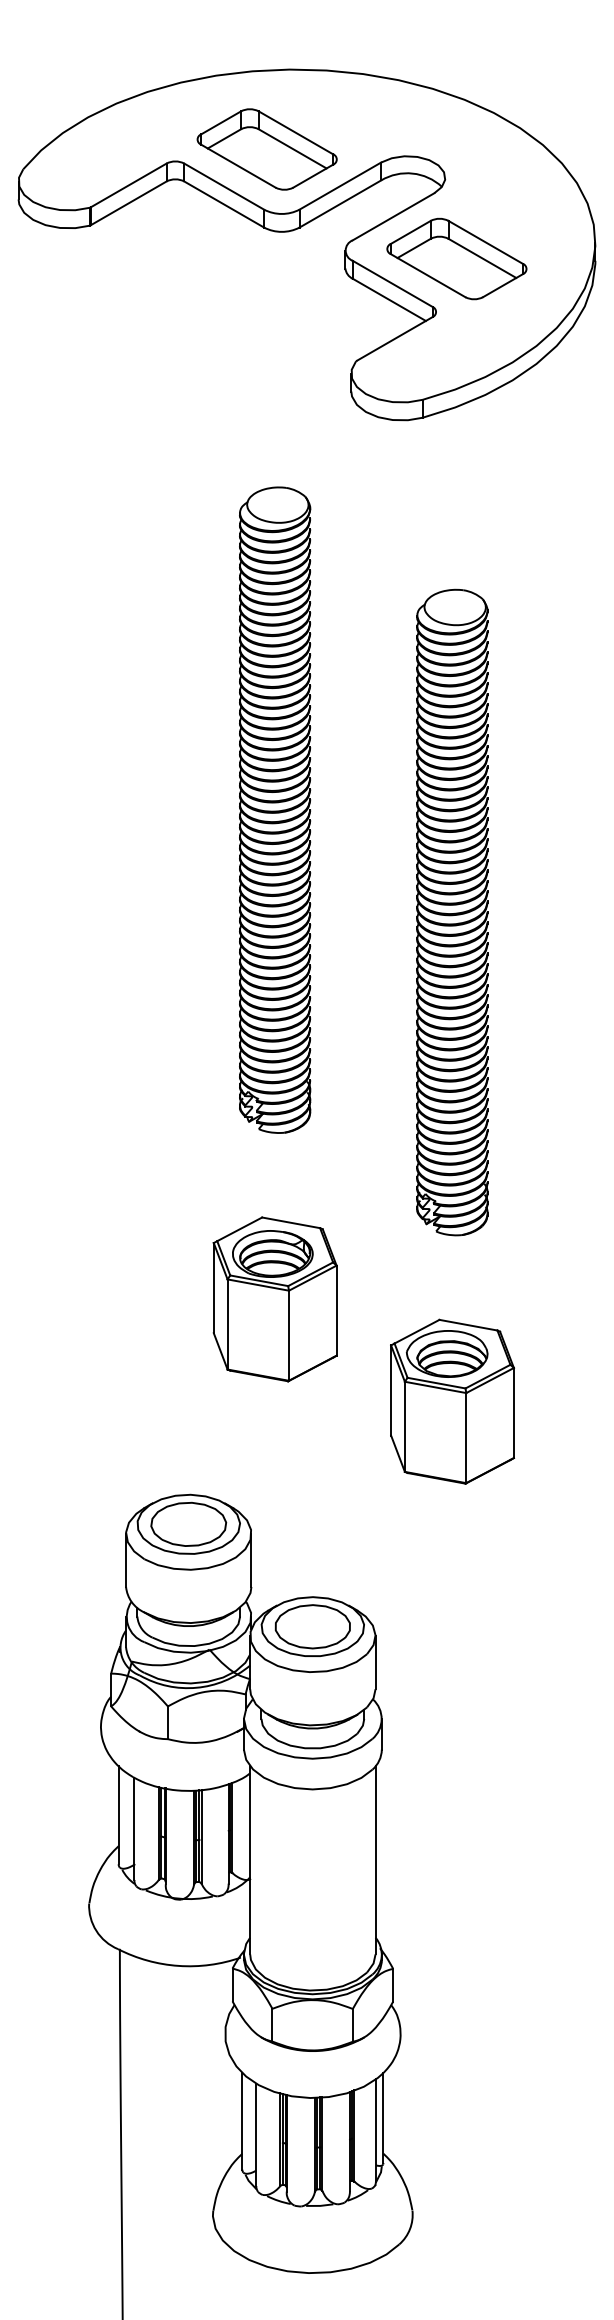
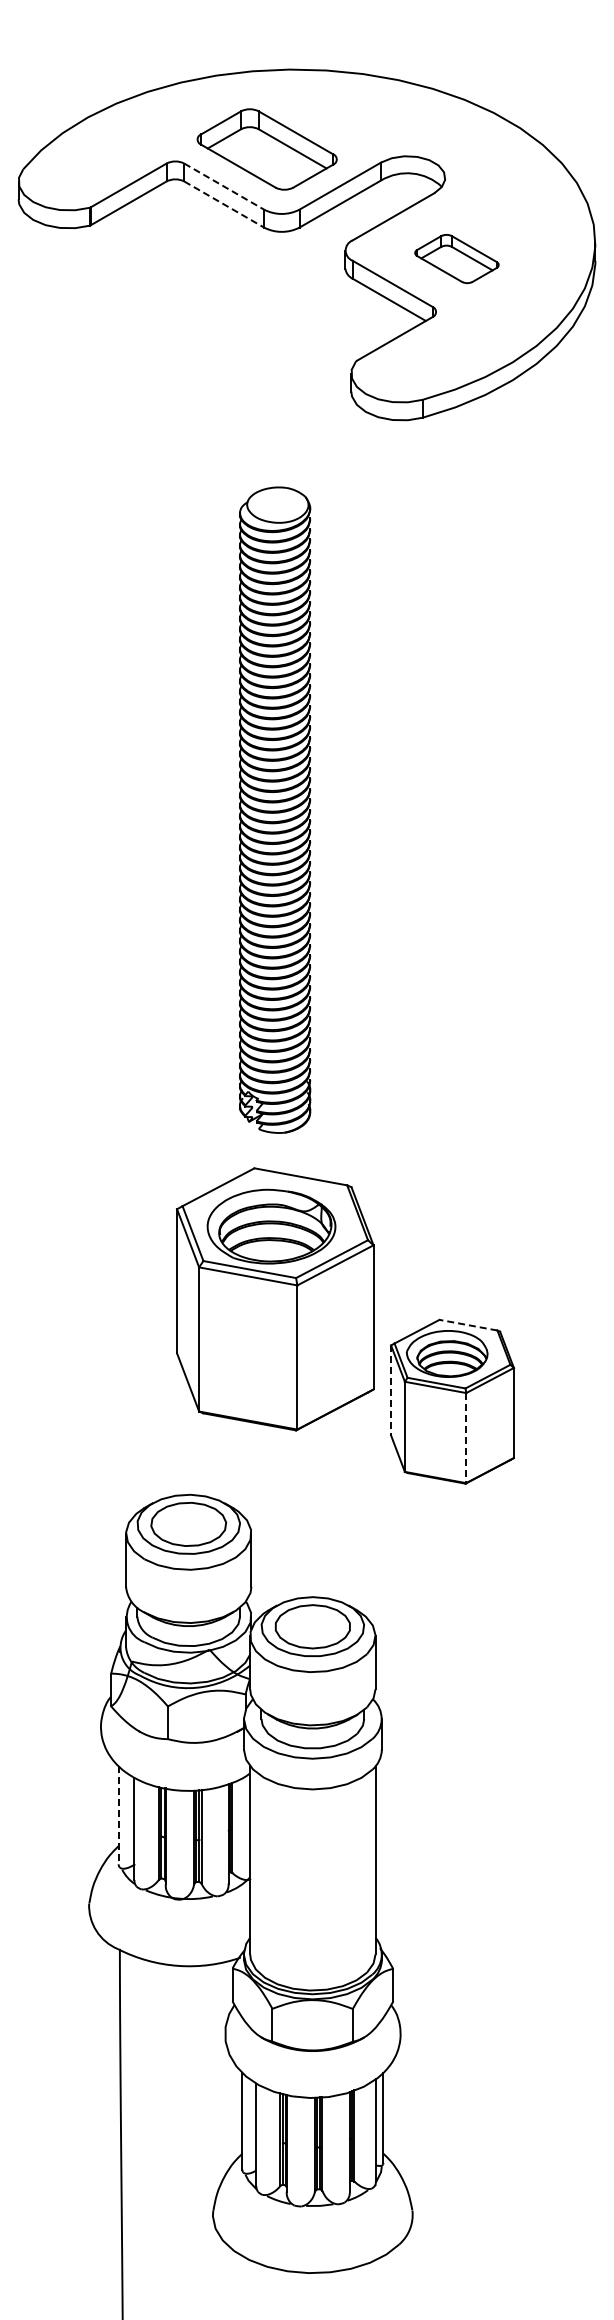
line at (224, 186): solid -> dashed
line at (224, 204): solid -> dashed
part at (456, 258) size: 142x84 px -> 86x50 px
part at (452, 912): present -> none
part at (274, 1299) size: 126x167 px -> 199x265 px
line at (467, 1325): solid -> dashed
line at (391, 1391): solid -> dashed
line at (466, 1438): solid -> dashed
line at (118, 1815): solid -> dashed
